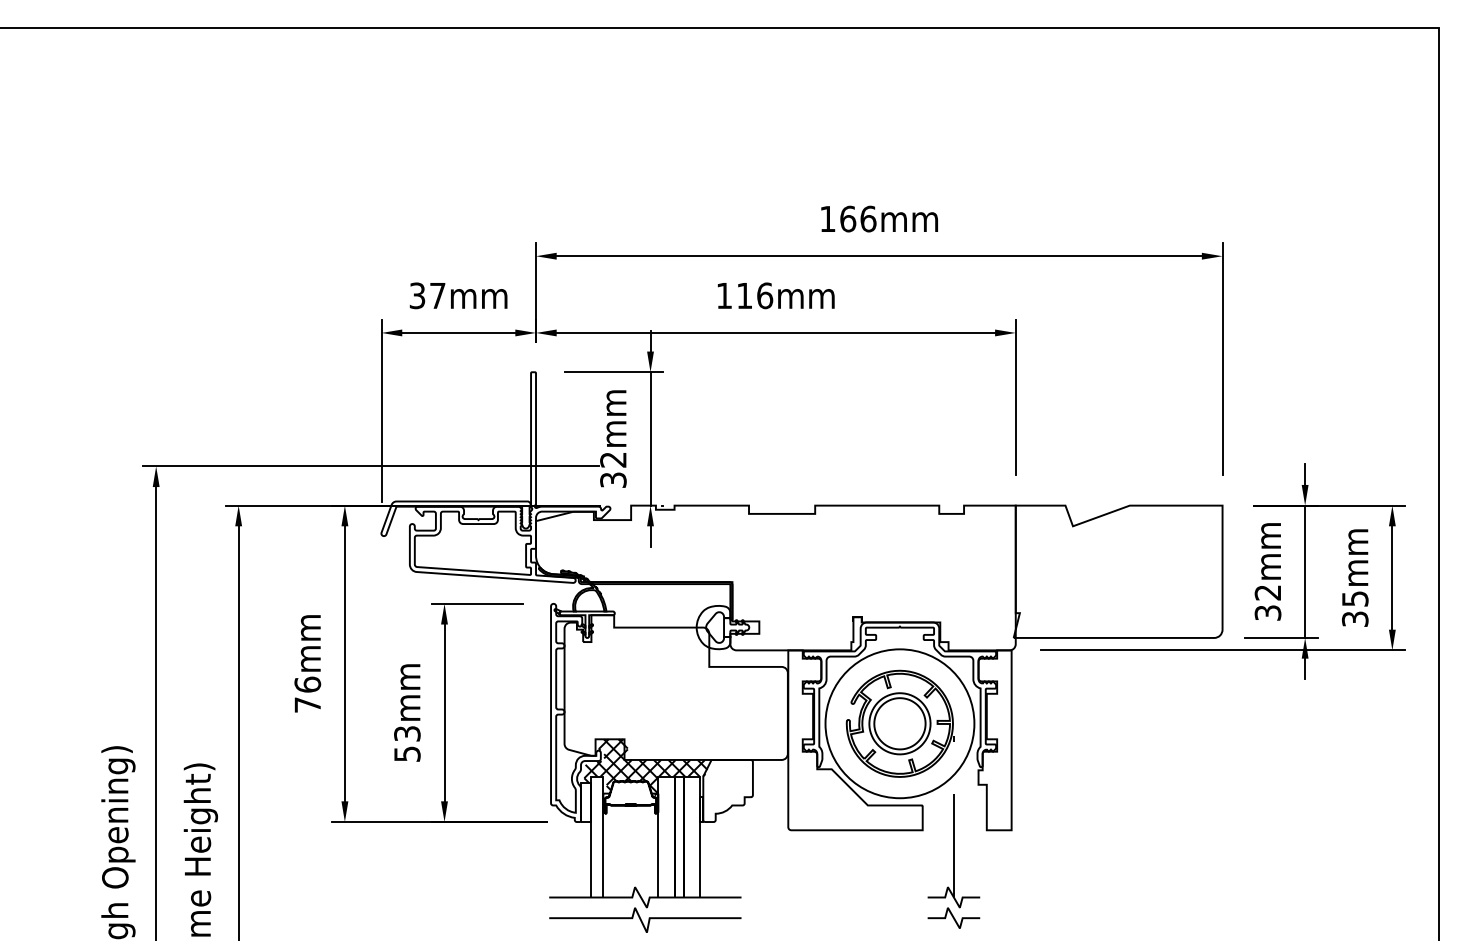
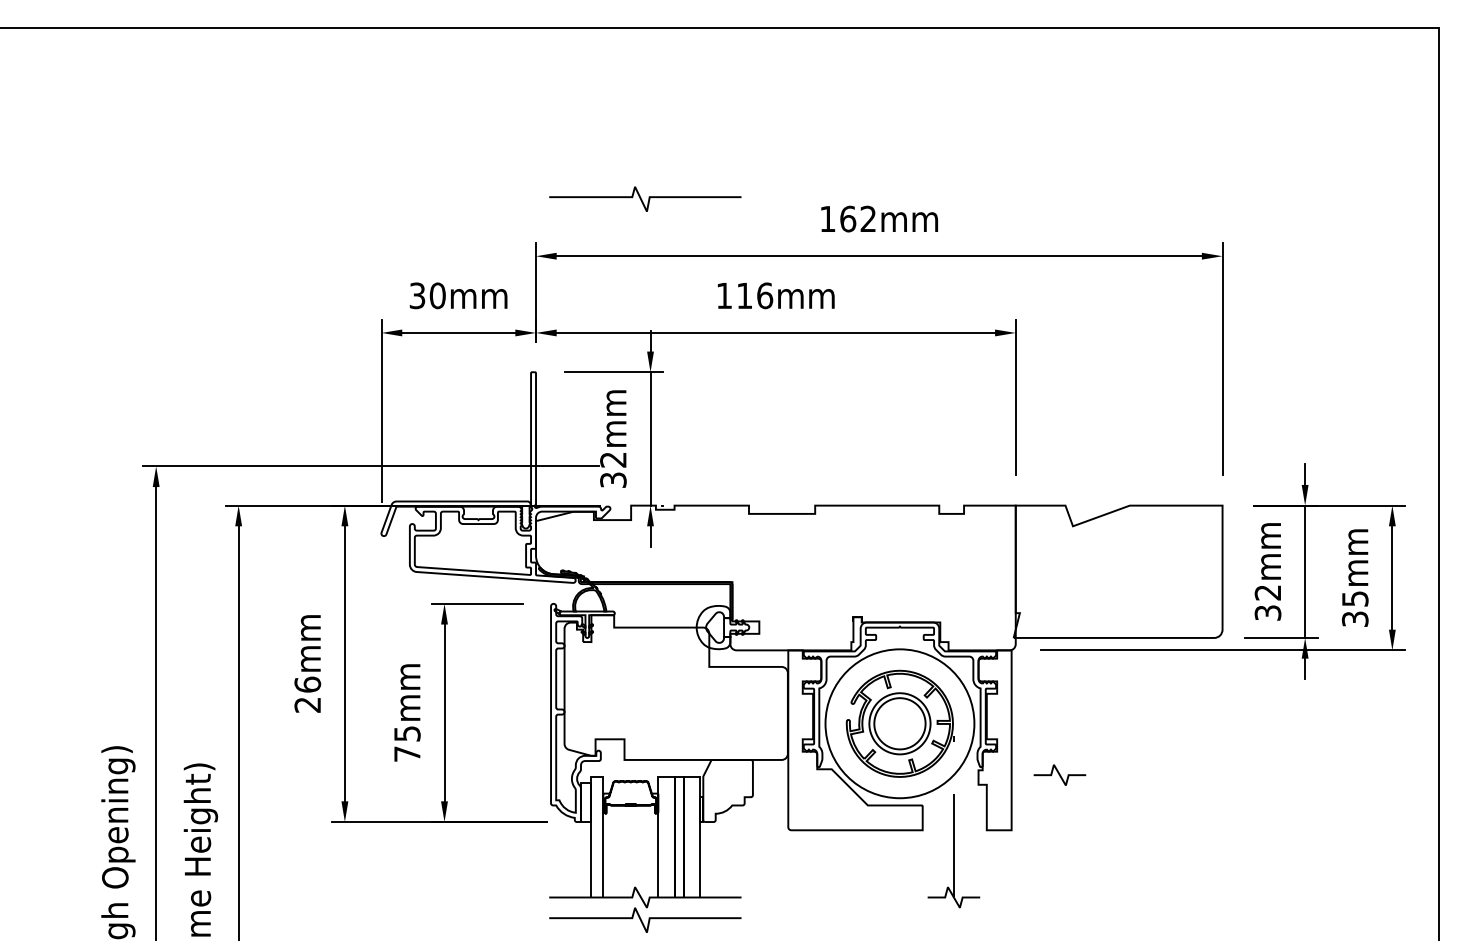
curve at (648, 198): none -> present
text at (868, 218): 166mm -> 162mm
text at (437, 295): 37mm -> 30mm
text at (307, 704): 76mm -> 26mm
text at (407, 743): 53mm -> 75mm
hatch at (648, 767): present -> none
curve at (953, 917) position: (953, 917) -> (1059, 774)
